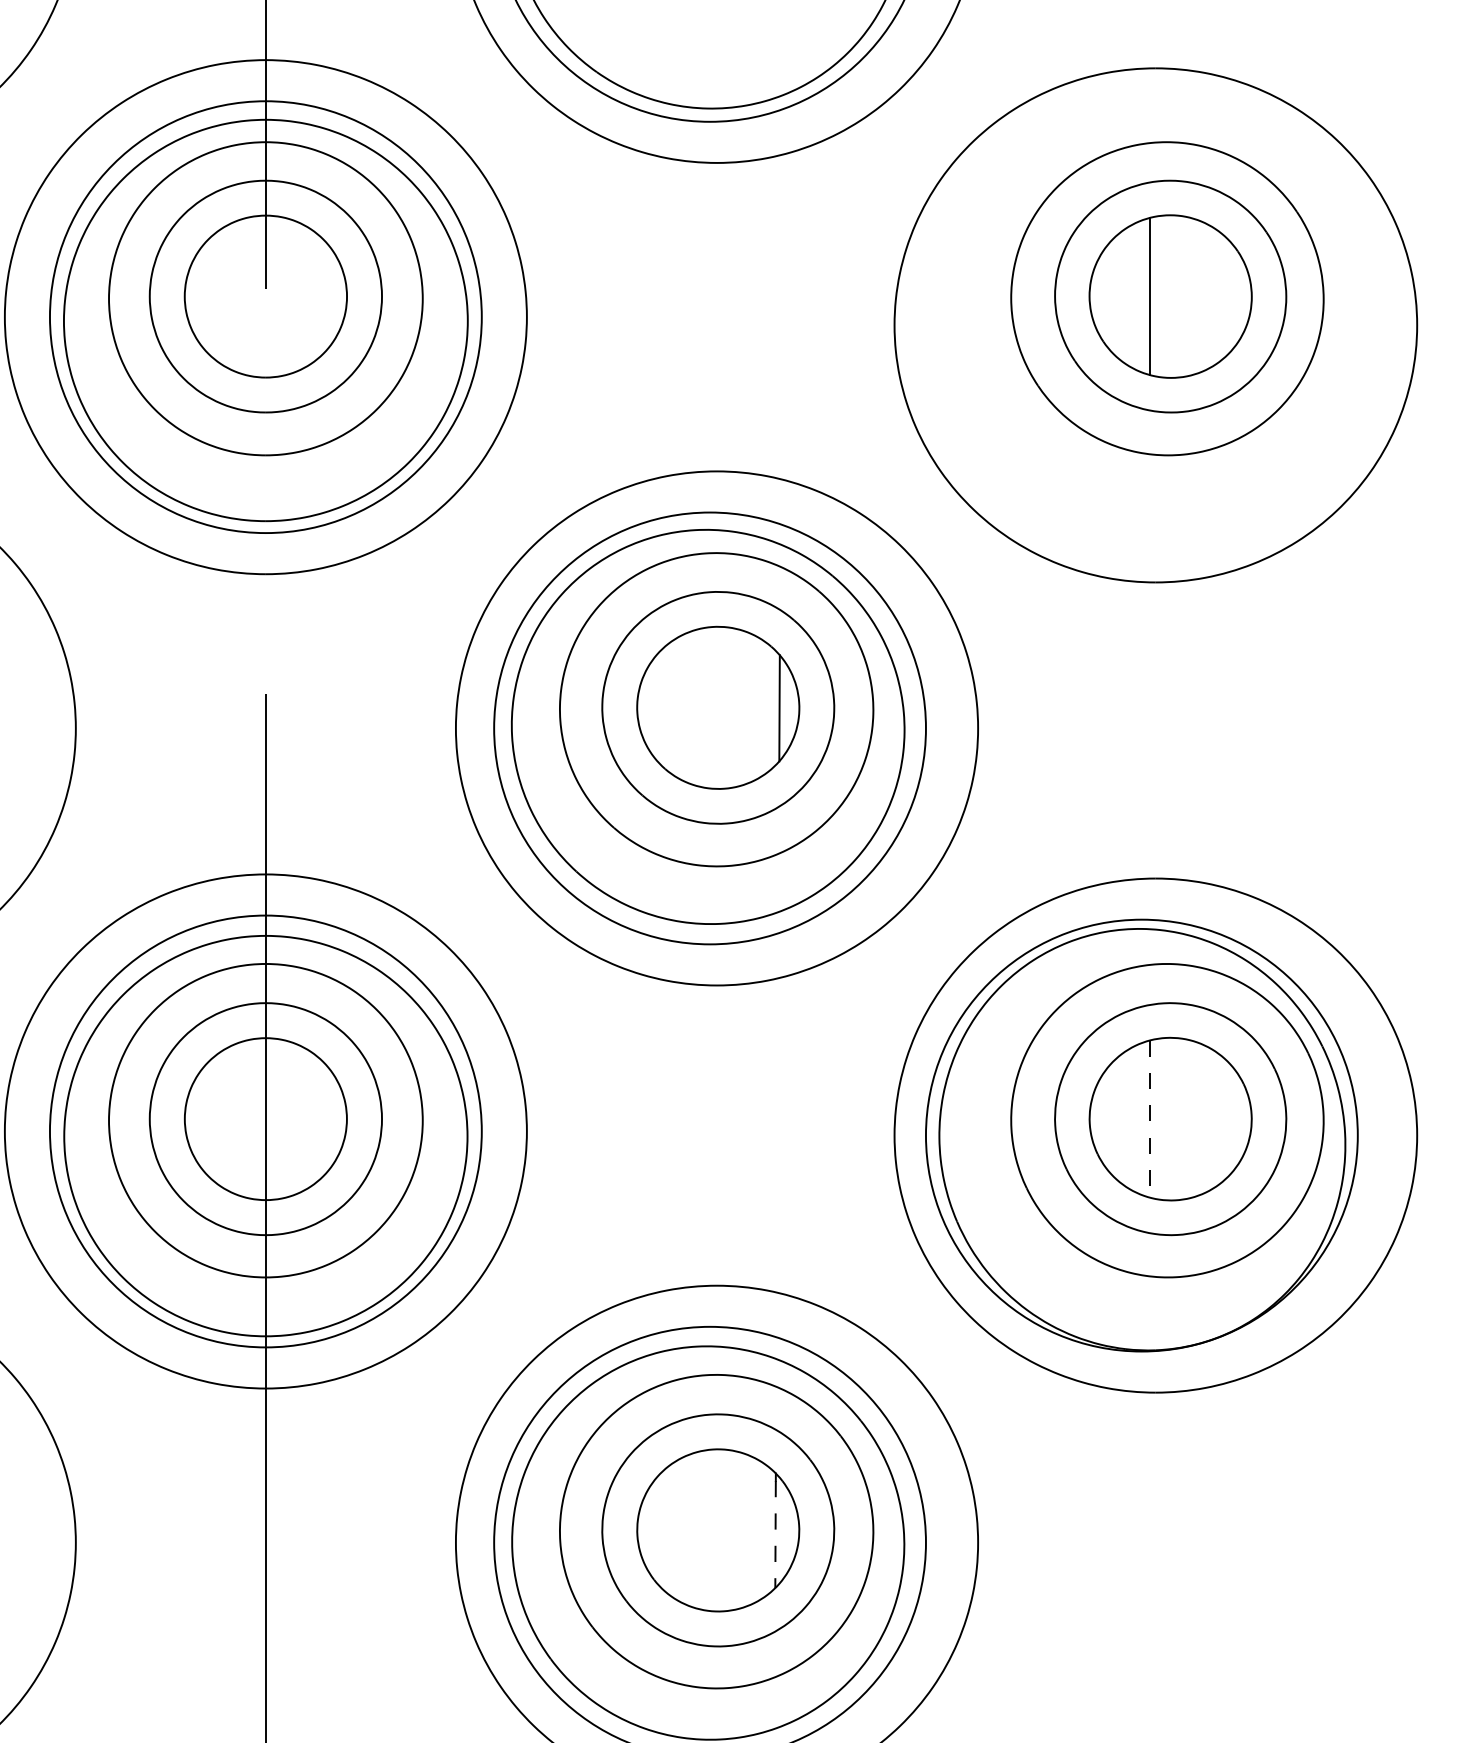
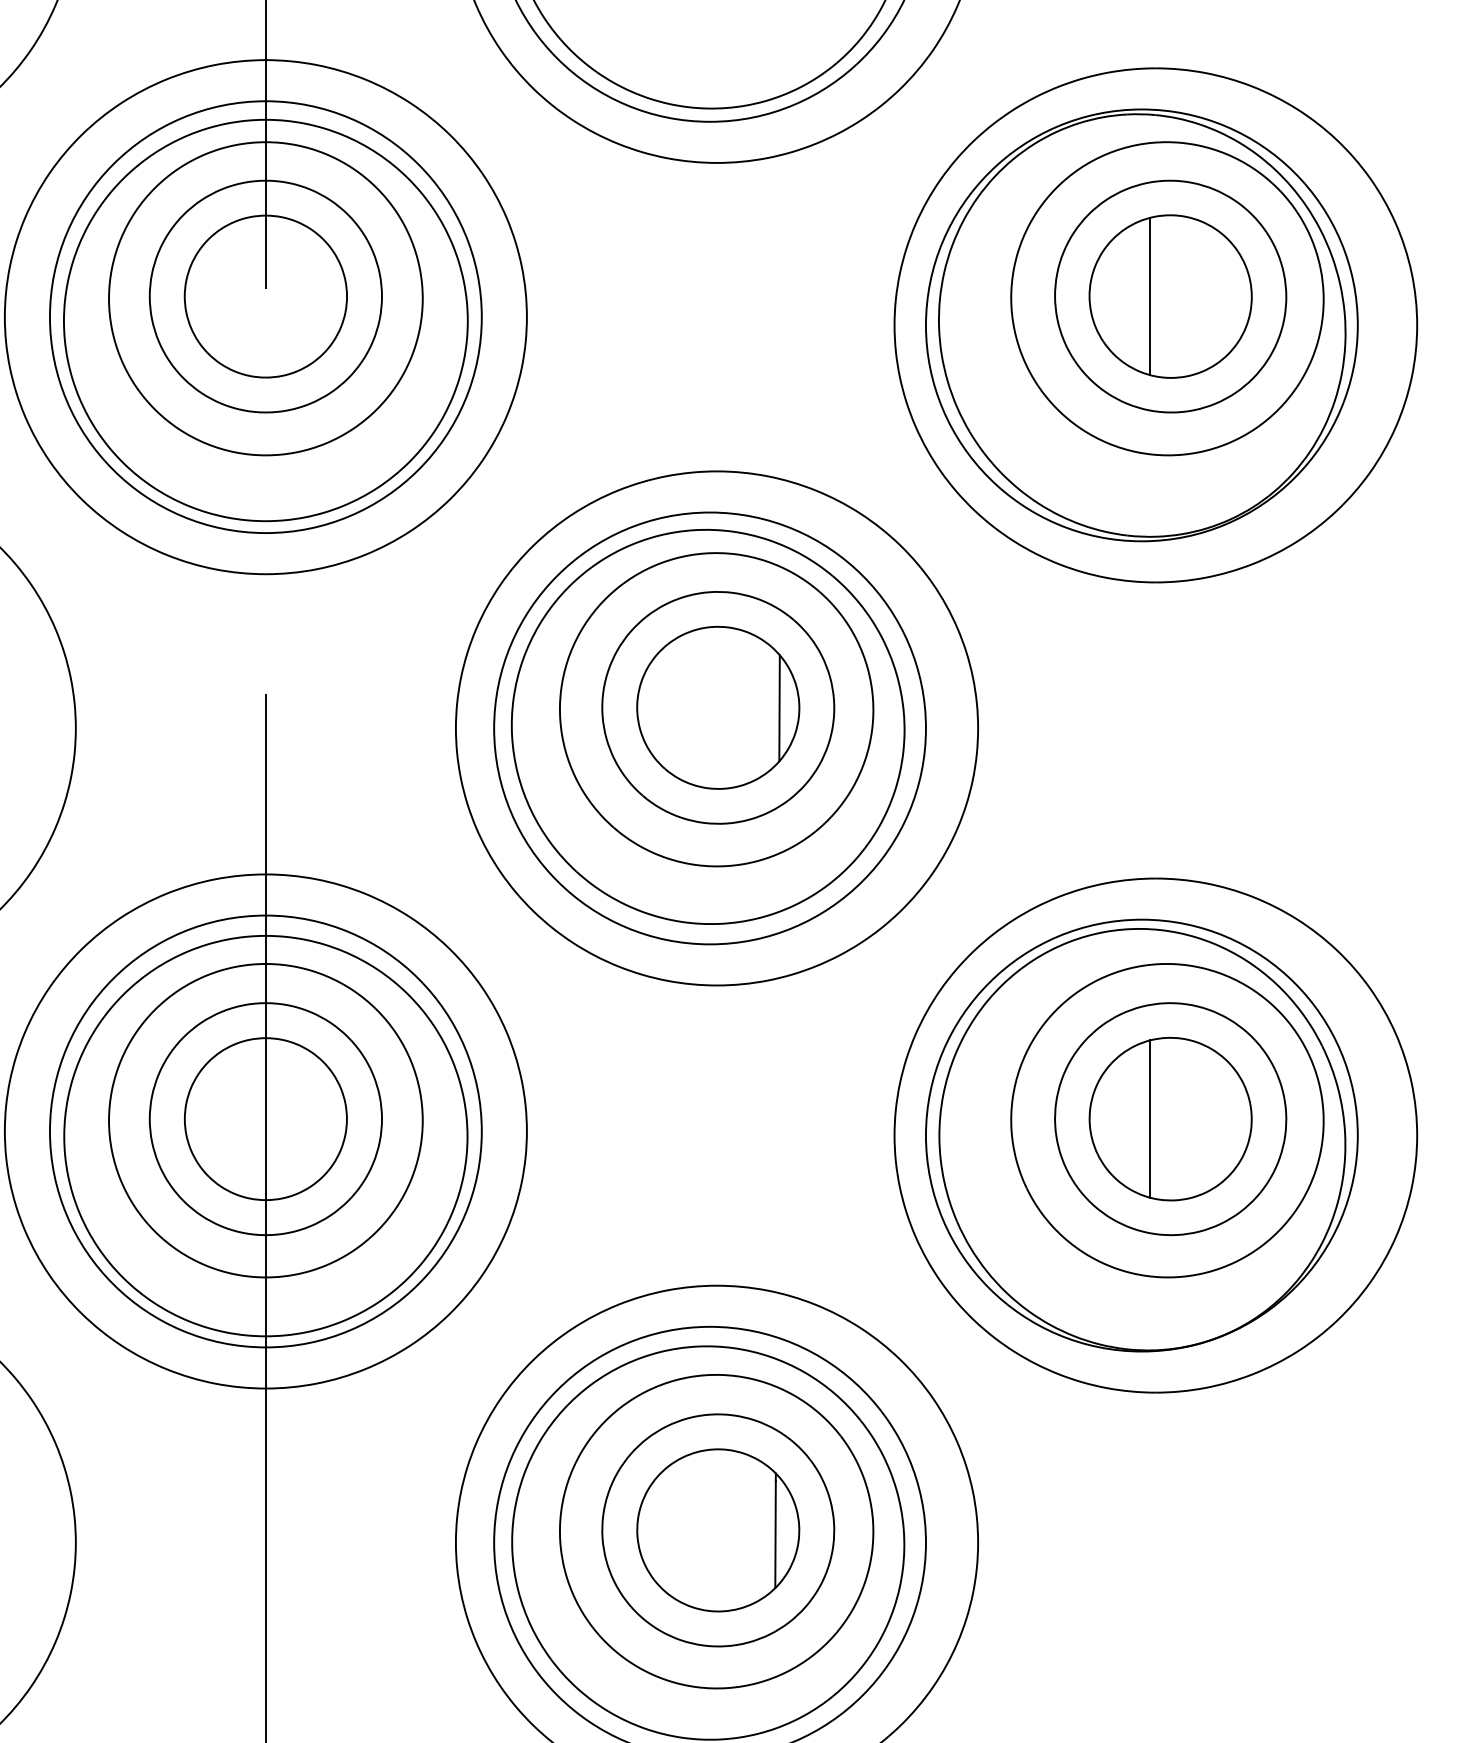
part at (1141, 325): none -> present
line at (1150, 1119): dashed -> solid
line at (775, 1534): dashed -> solid
